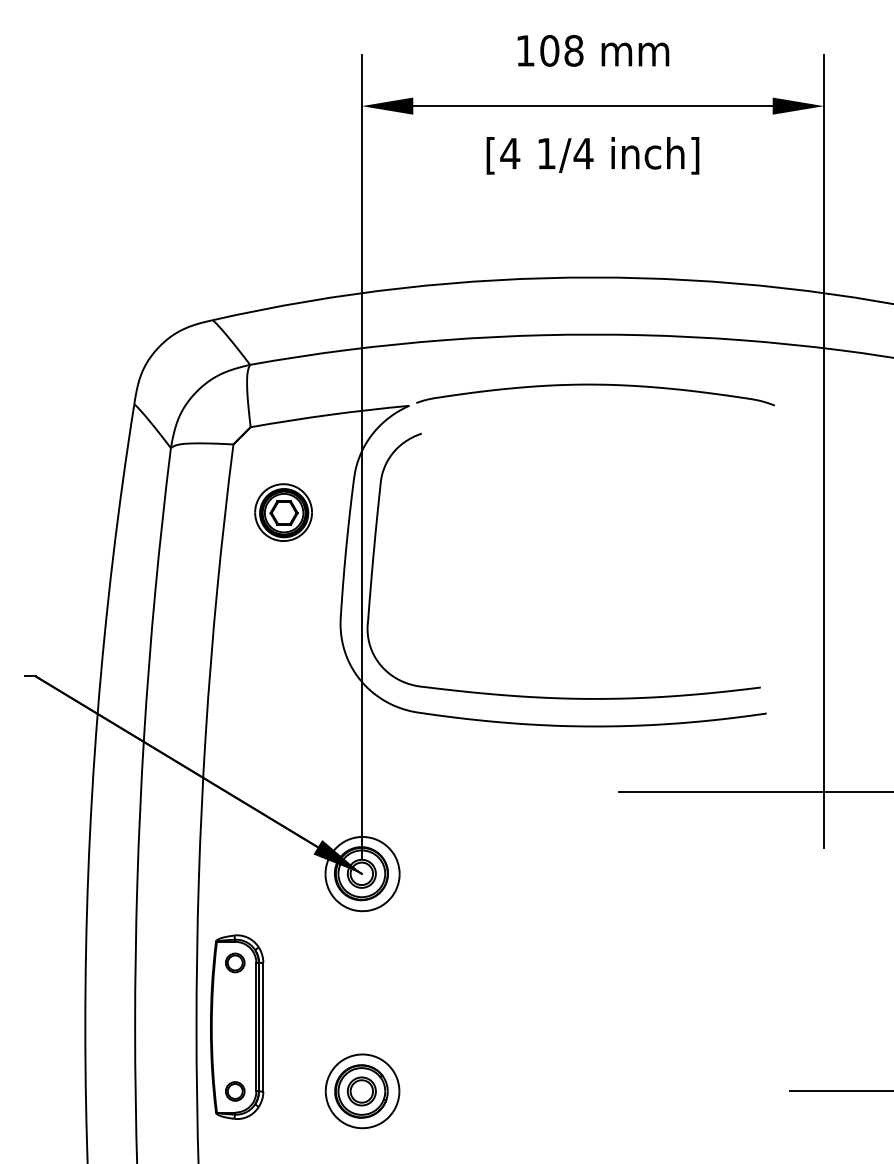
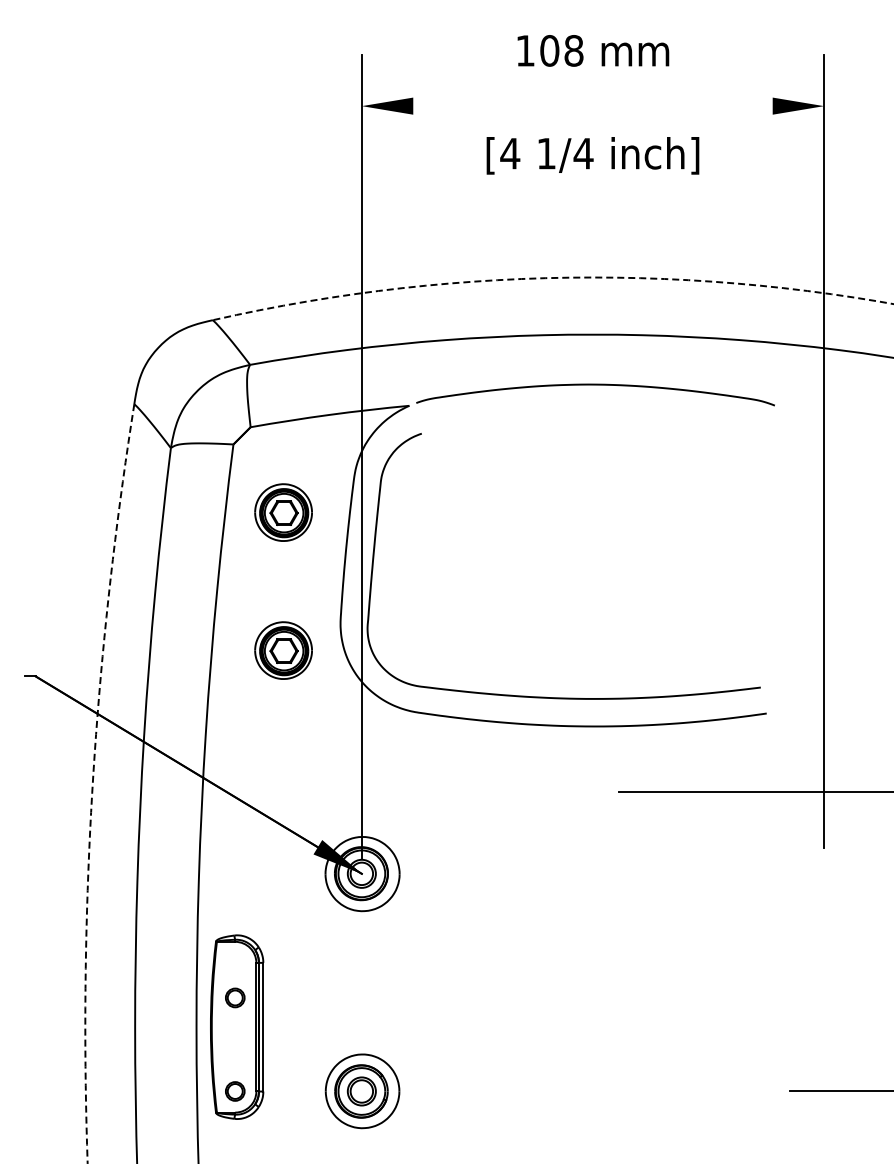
line at (592, 106): present -> none
arc at (551, 278): solid -> dashed
part at (283, 650): none -> present
arc at (92, 784): solid -> dashed
part at (235, 962) position: (235, 962) -> (235, 997)
